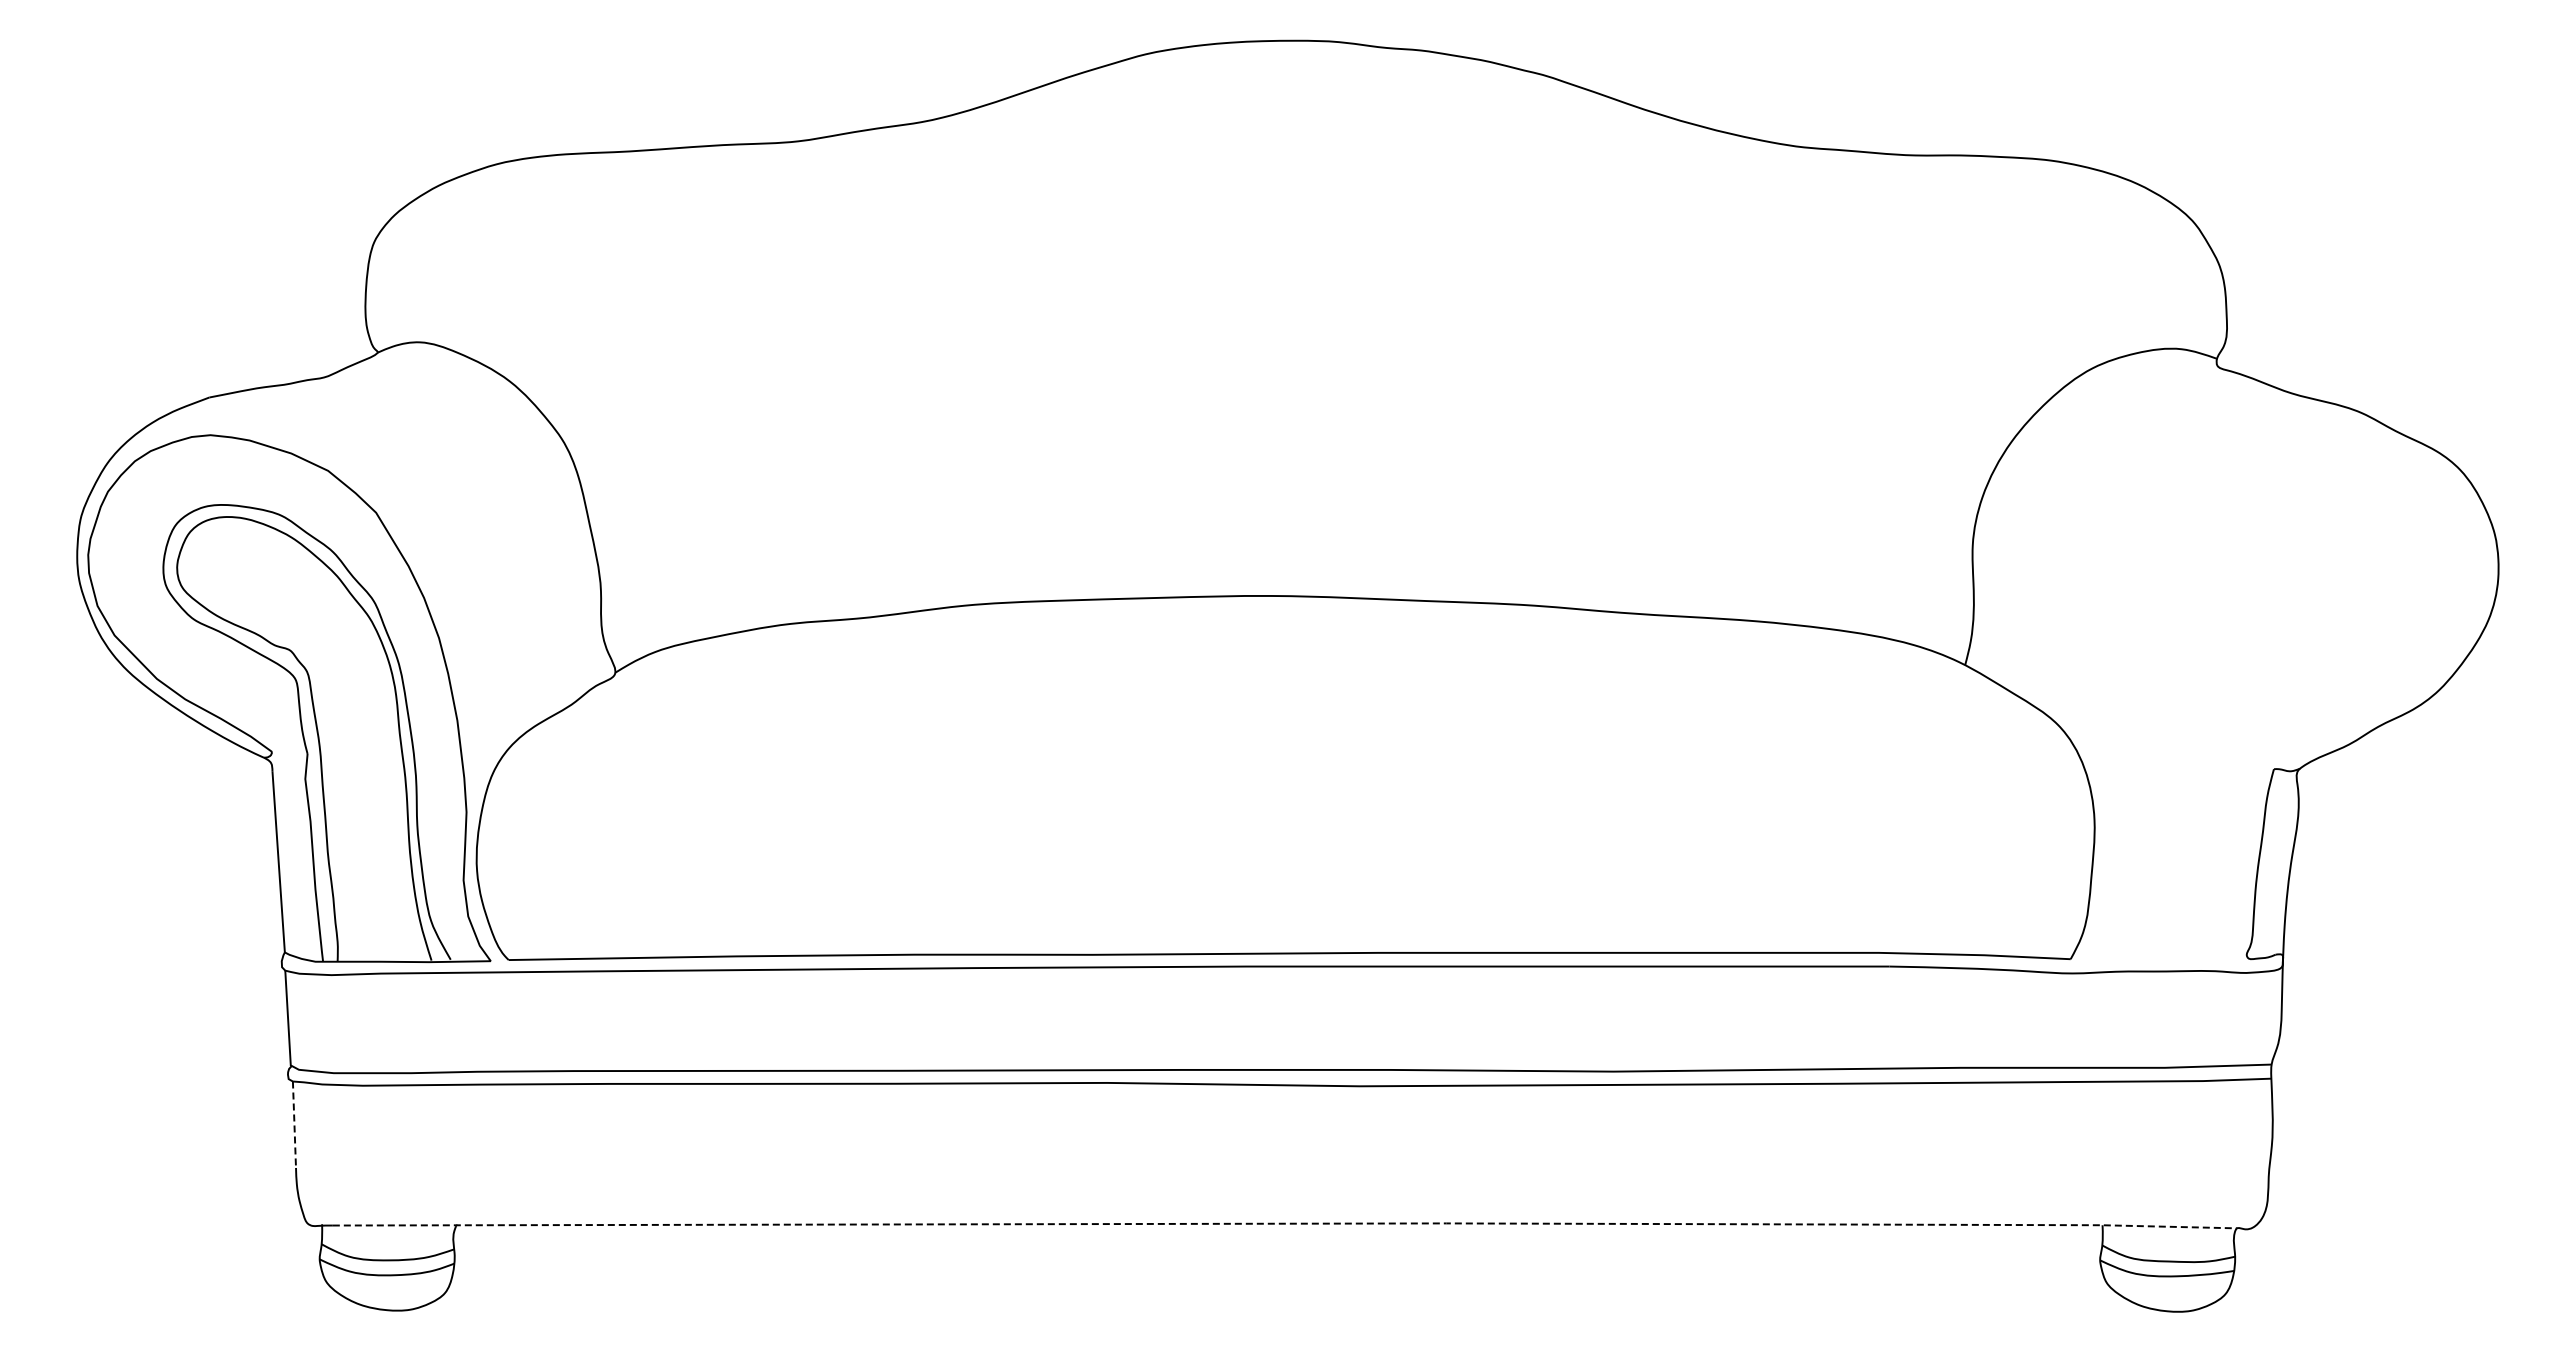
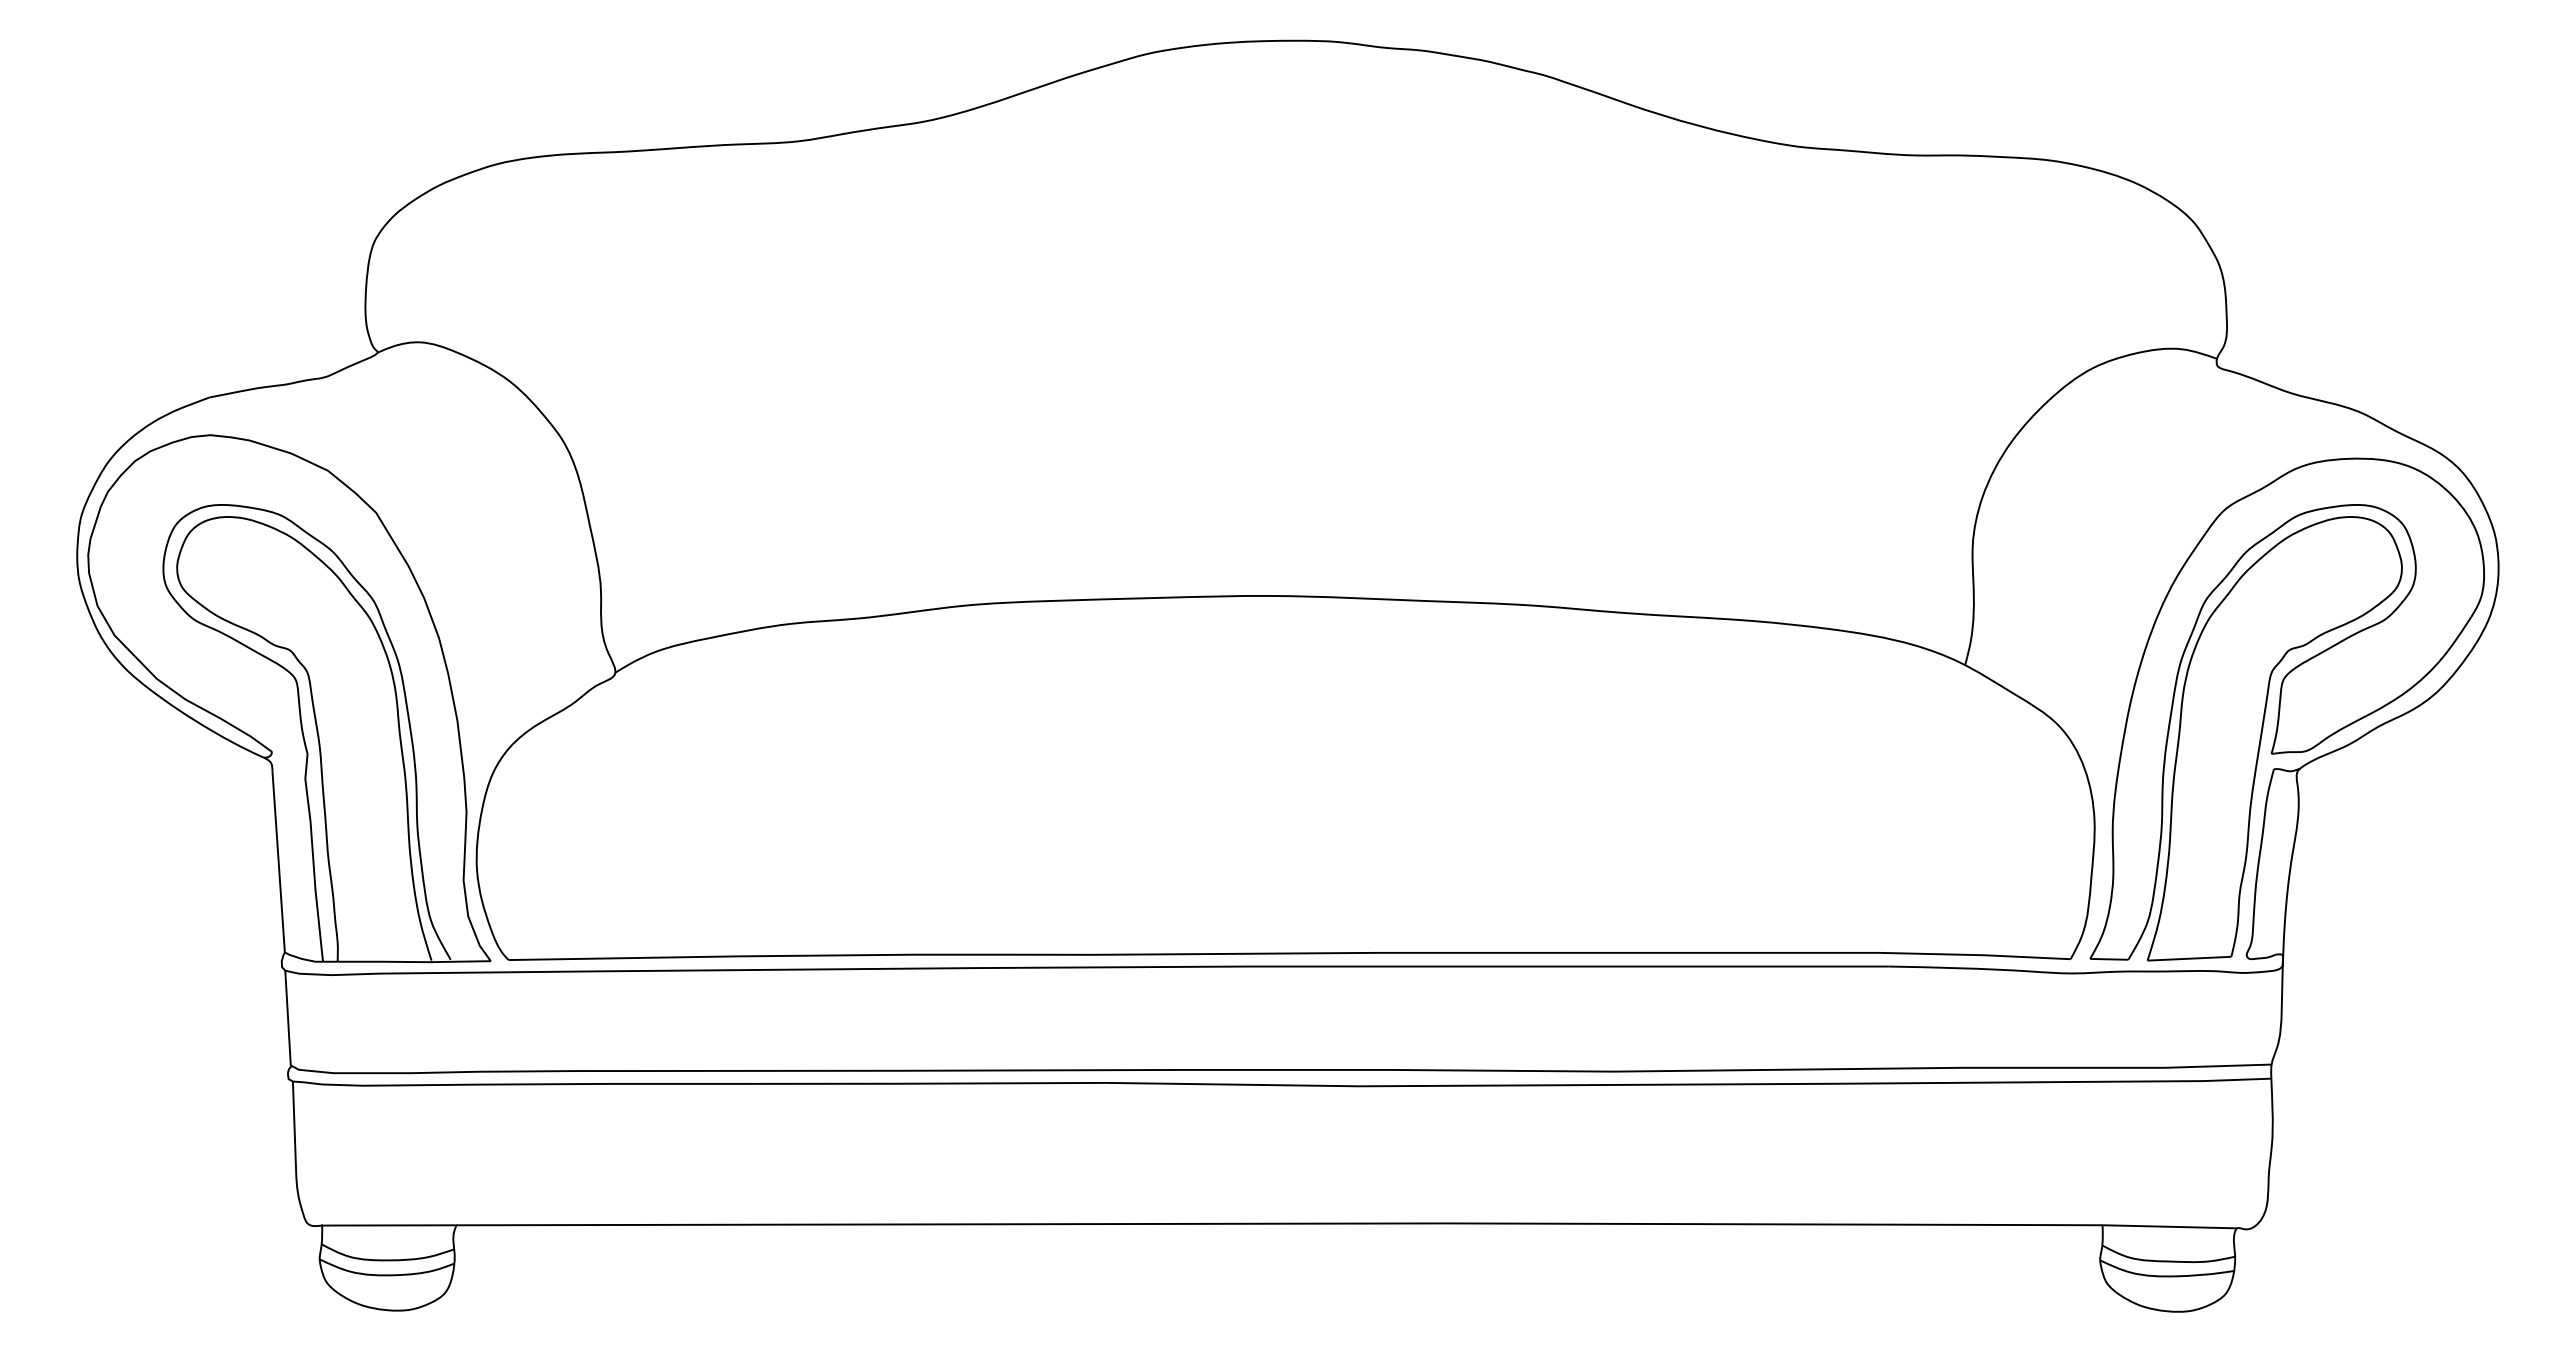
part at (2286, 709): none -> present
line at (294, 1125): dashed -> solid
line at (1286, 1223): dashed -> solid
